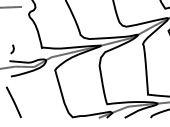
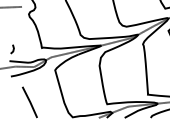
line at (13, 102) position: (13, 102) -> (29, 102)
